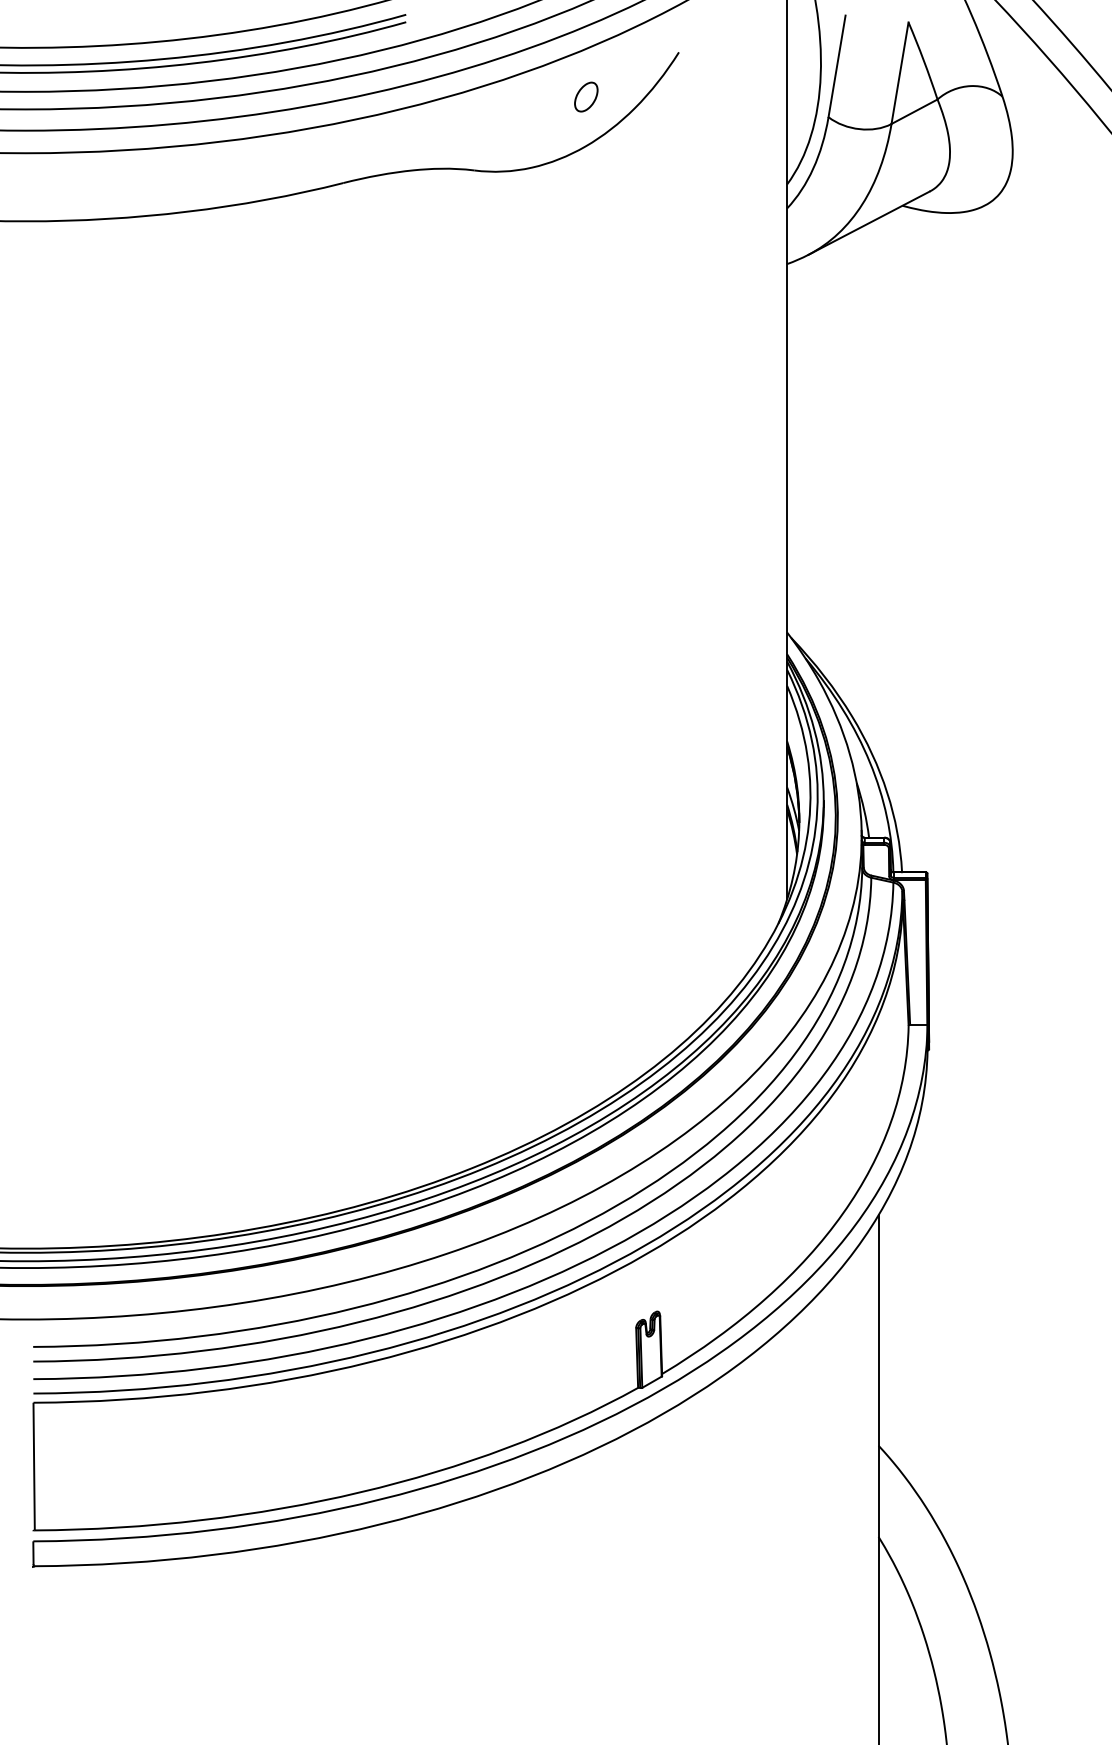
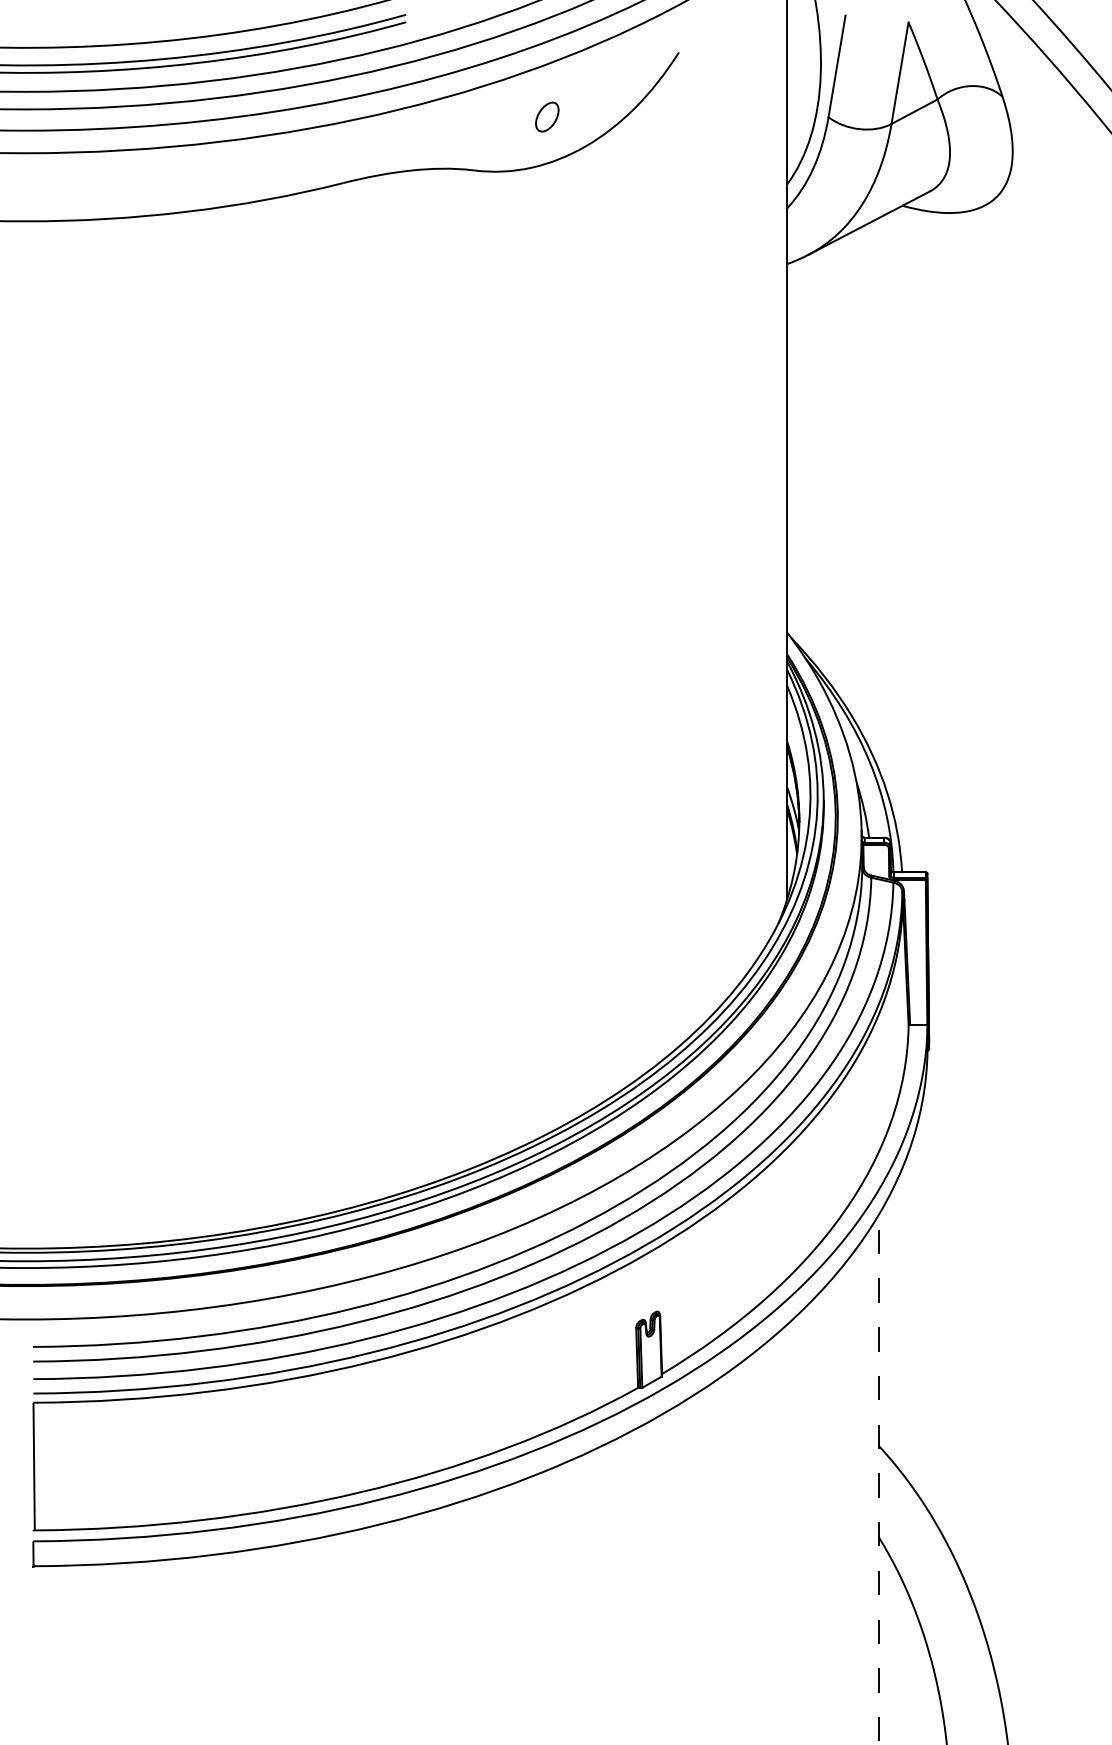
part at (586, 96) position: (586, 96) -> (547, 116)
line at (878, 1479): solid -> dashed
